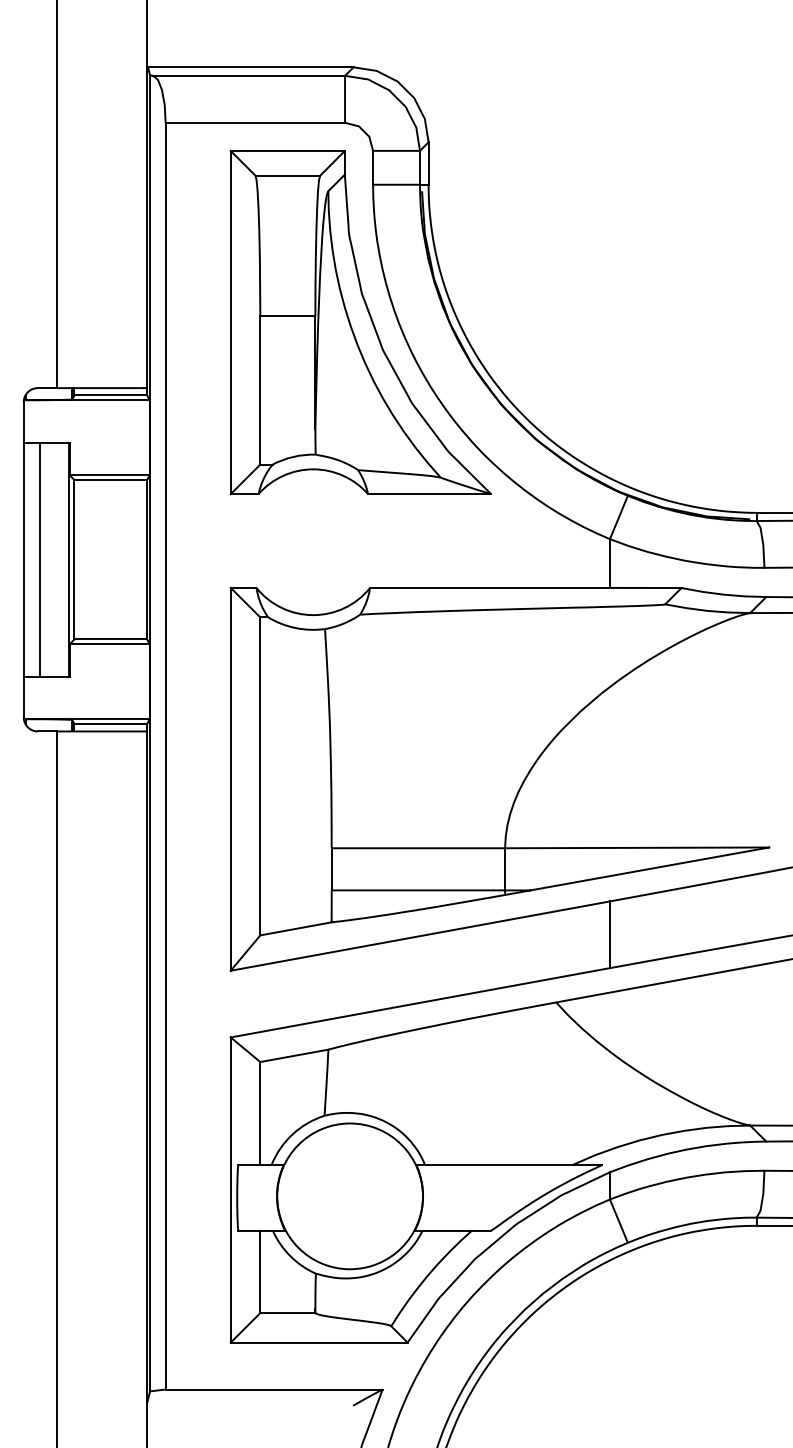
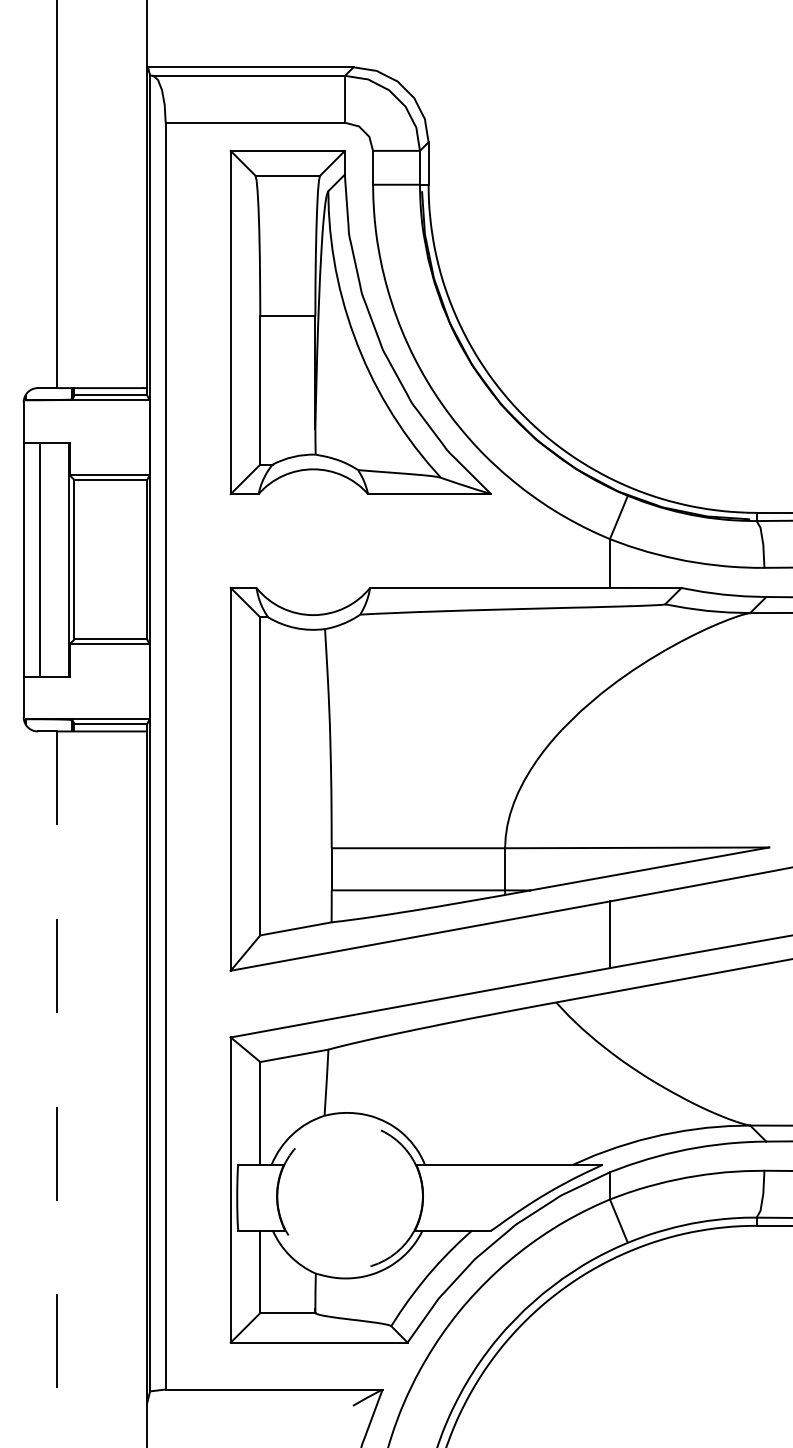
line at (57, 1089): solid -> dashed
circle at (349, 1196): solid -> dashed
